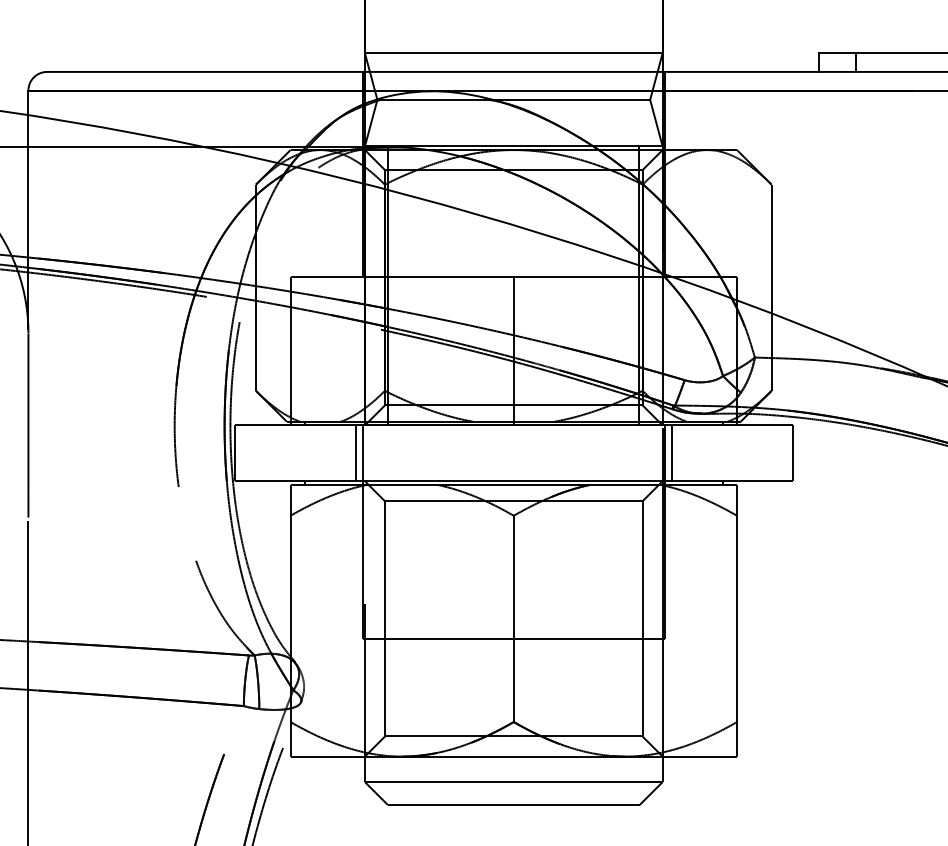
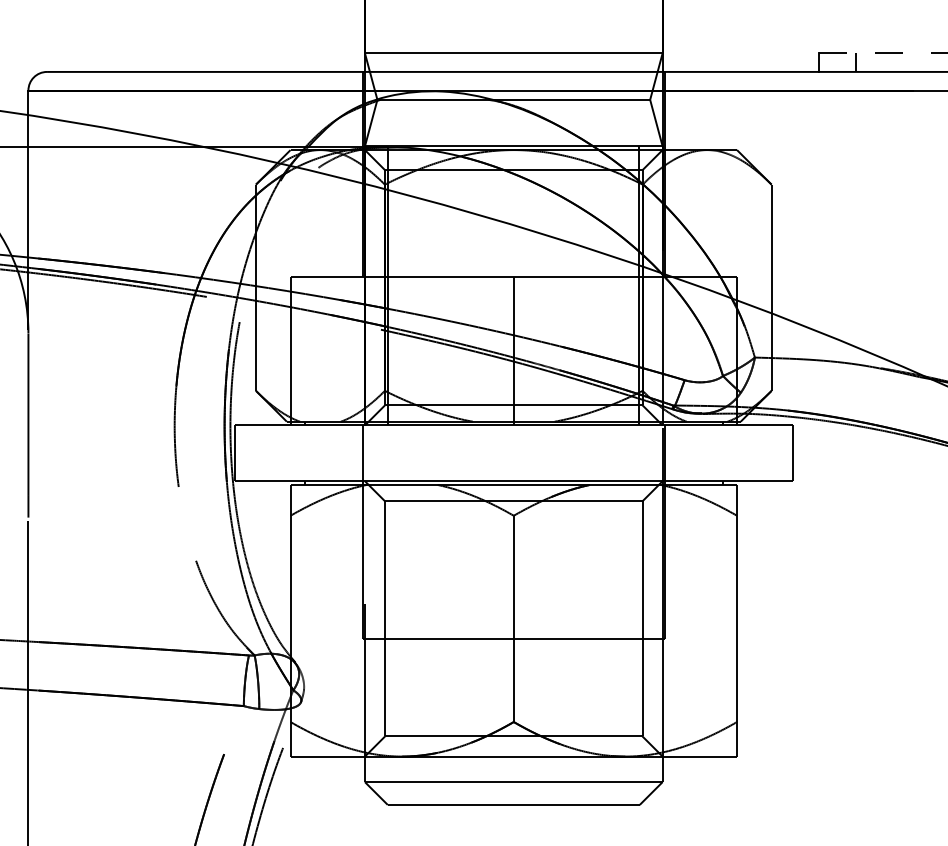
line at (883, 53): solid -> dashed
line at (355, 453): present -> none
line at (671, 453): present -> none
